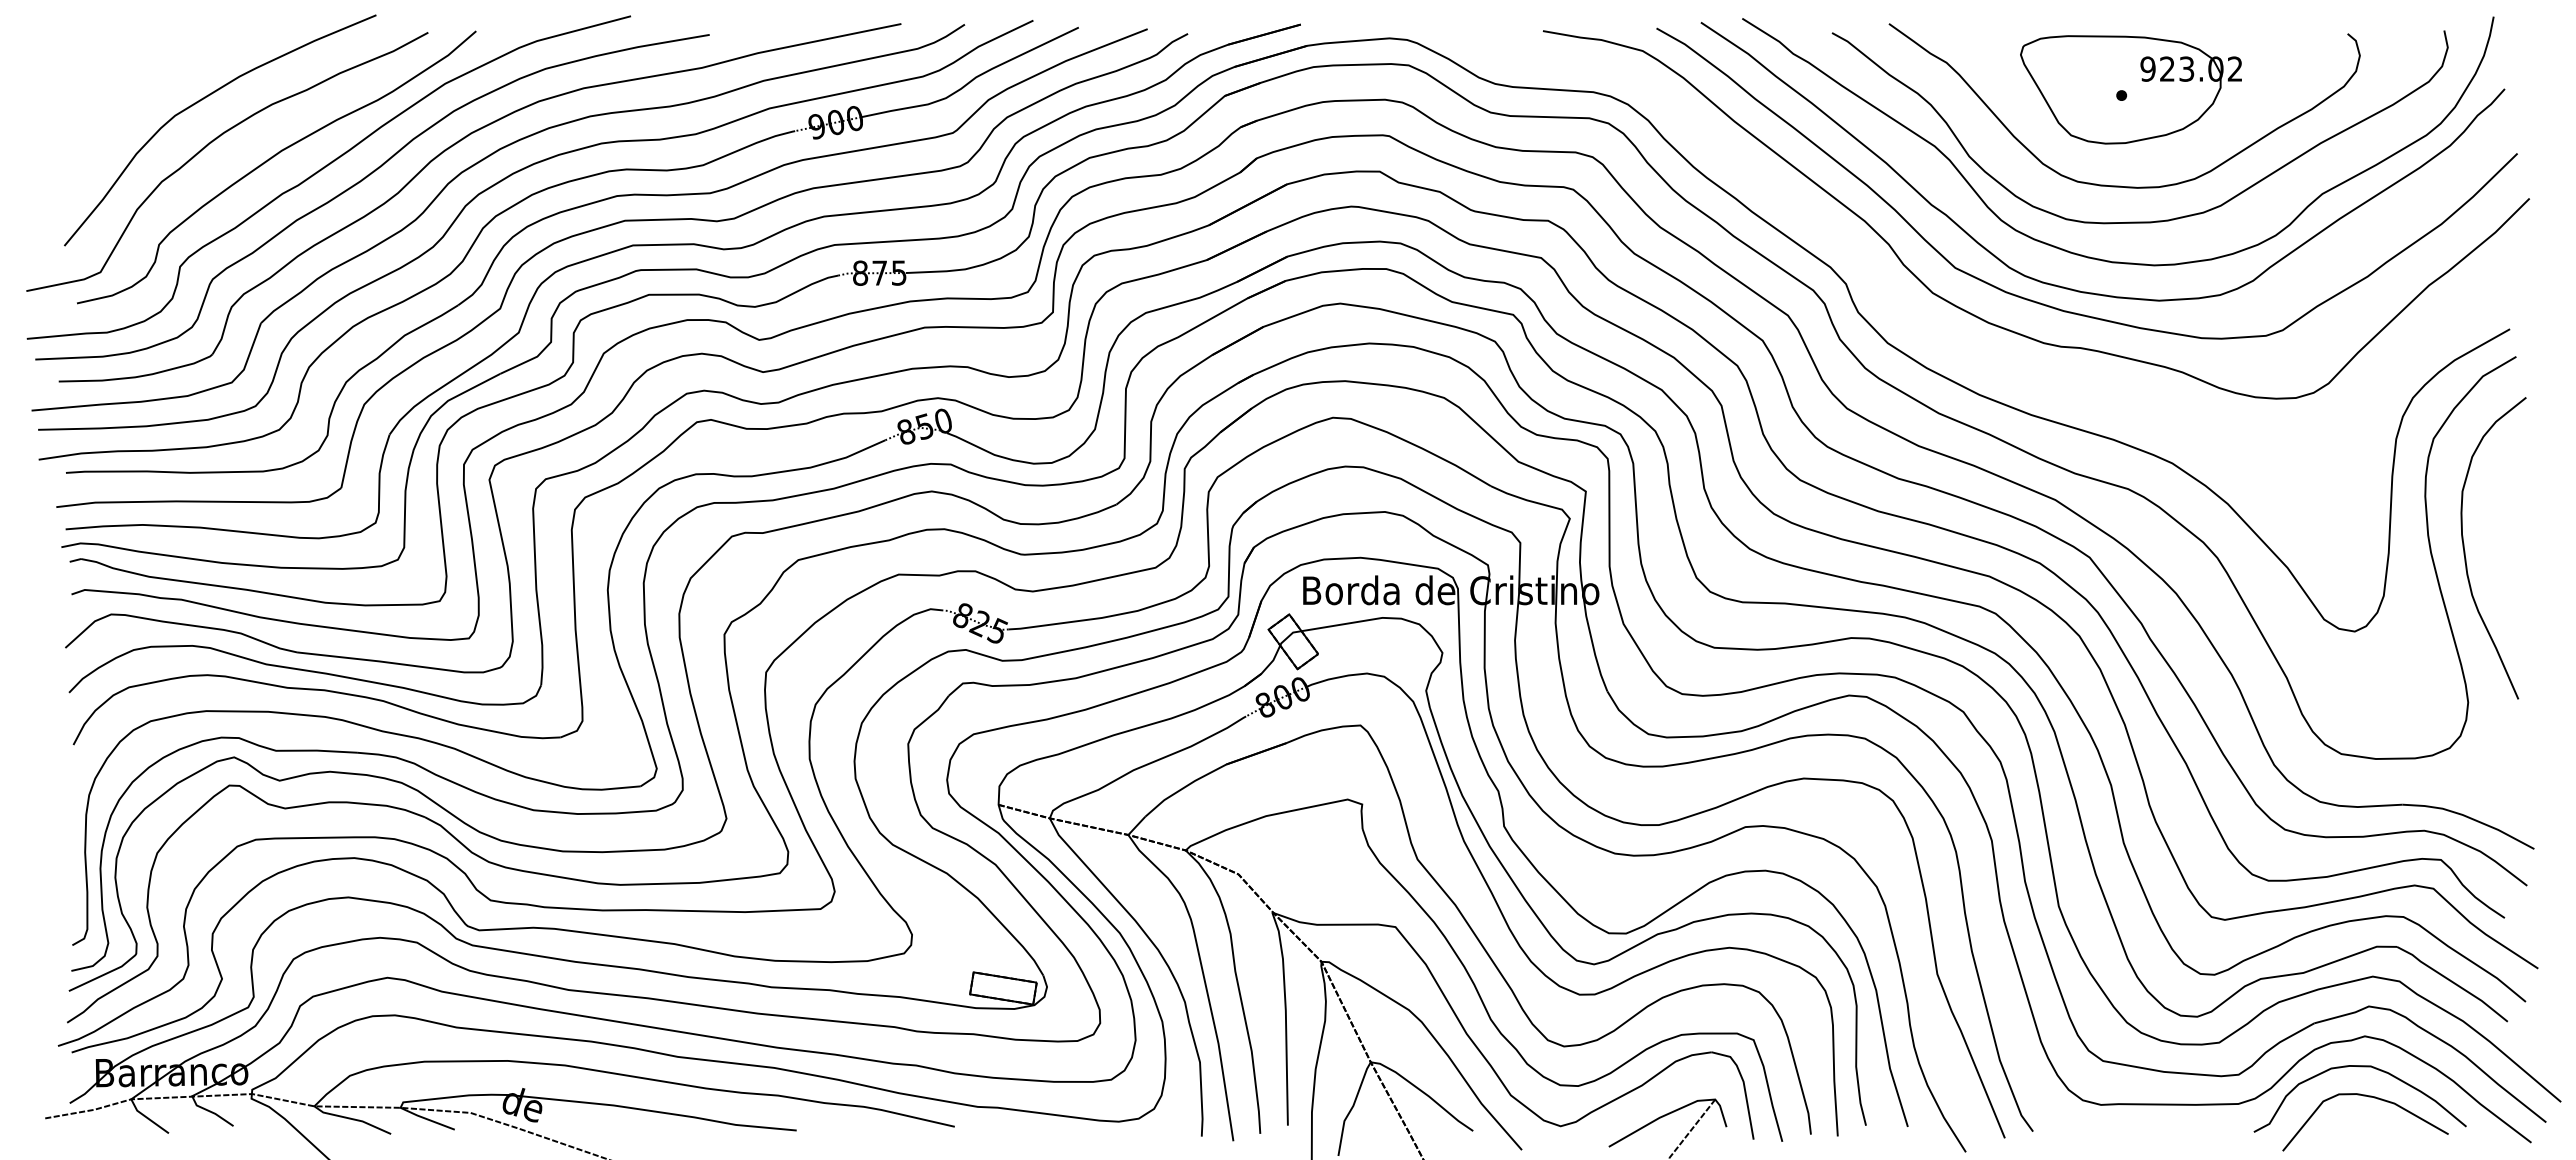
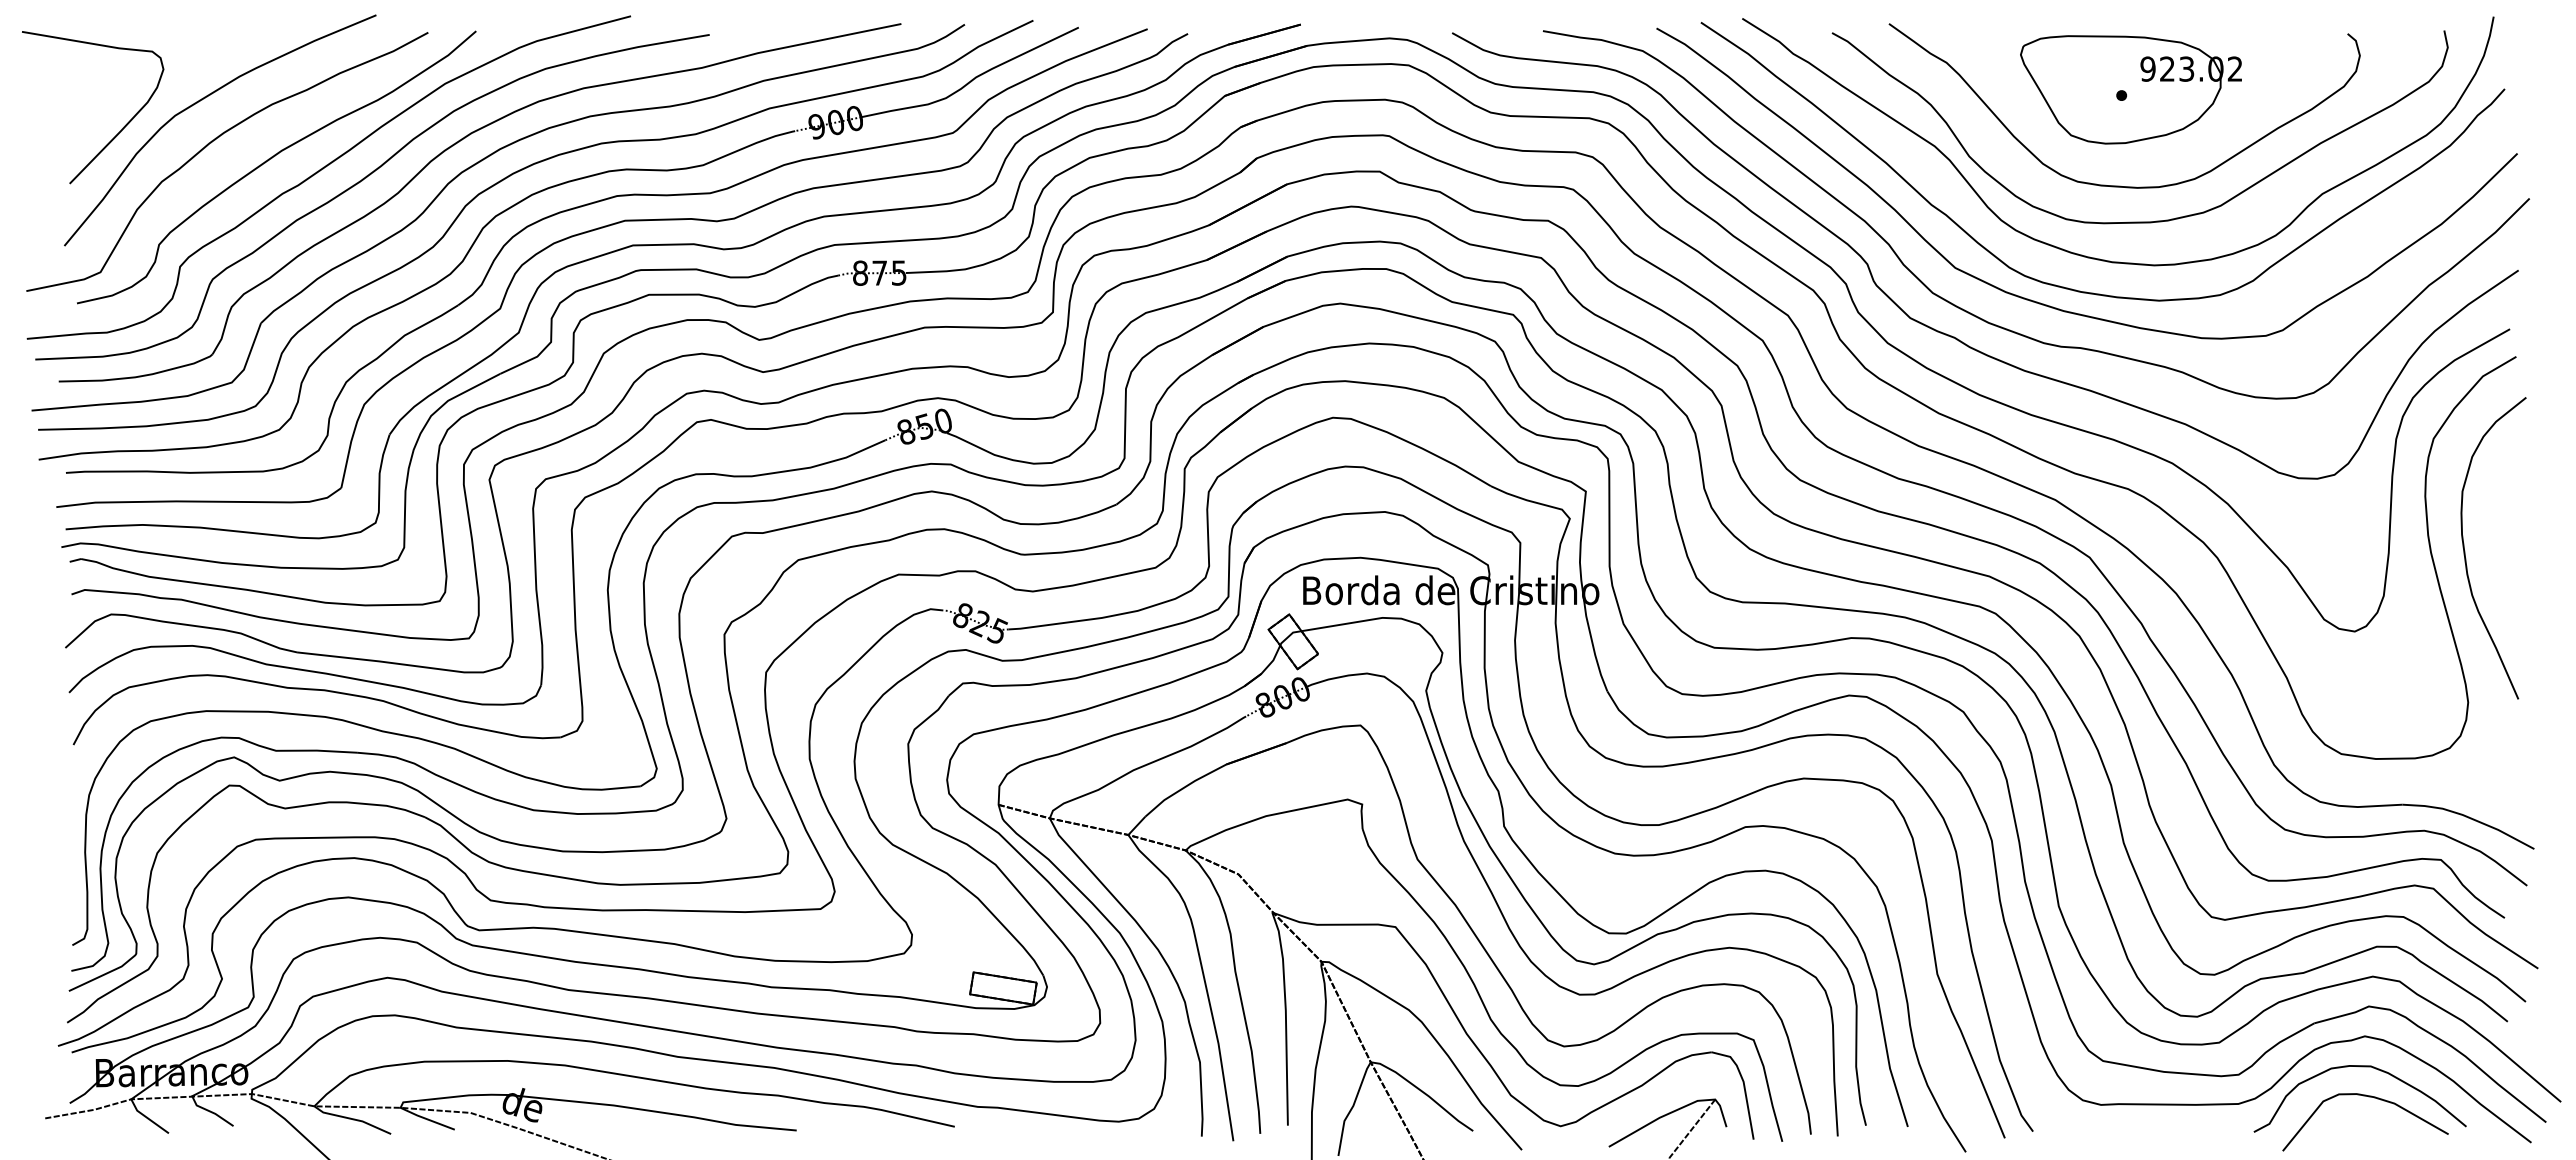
curve at (118, 132): none -> present
curve at (1954, 336): none -> present
